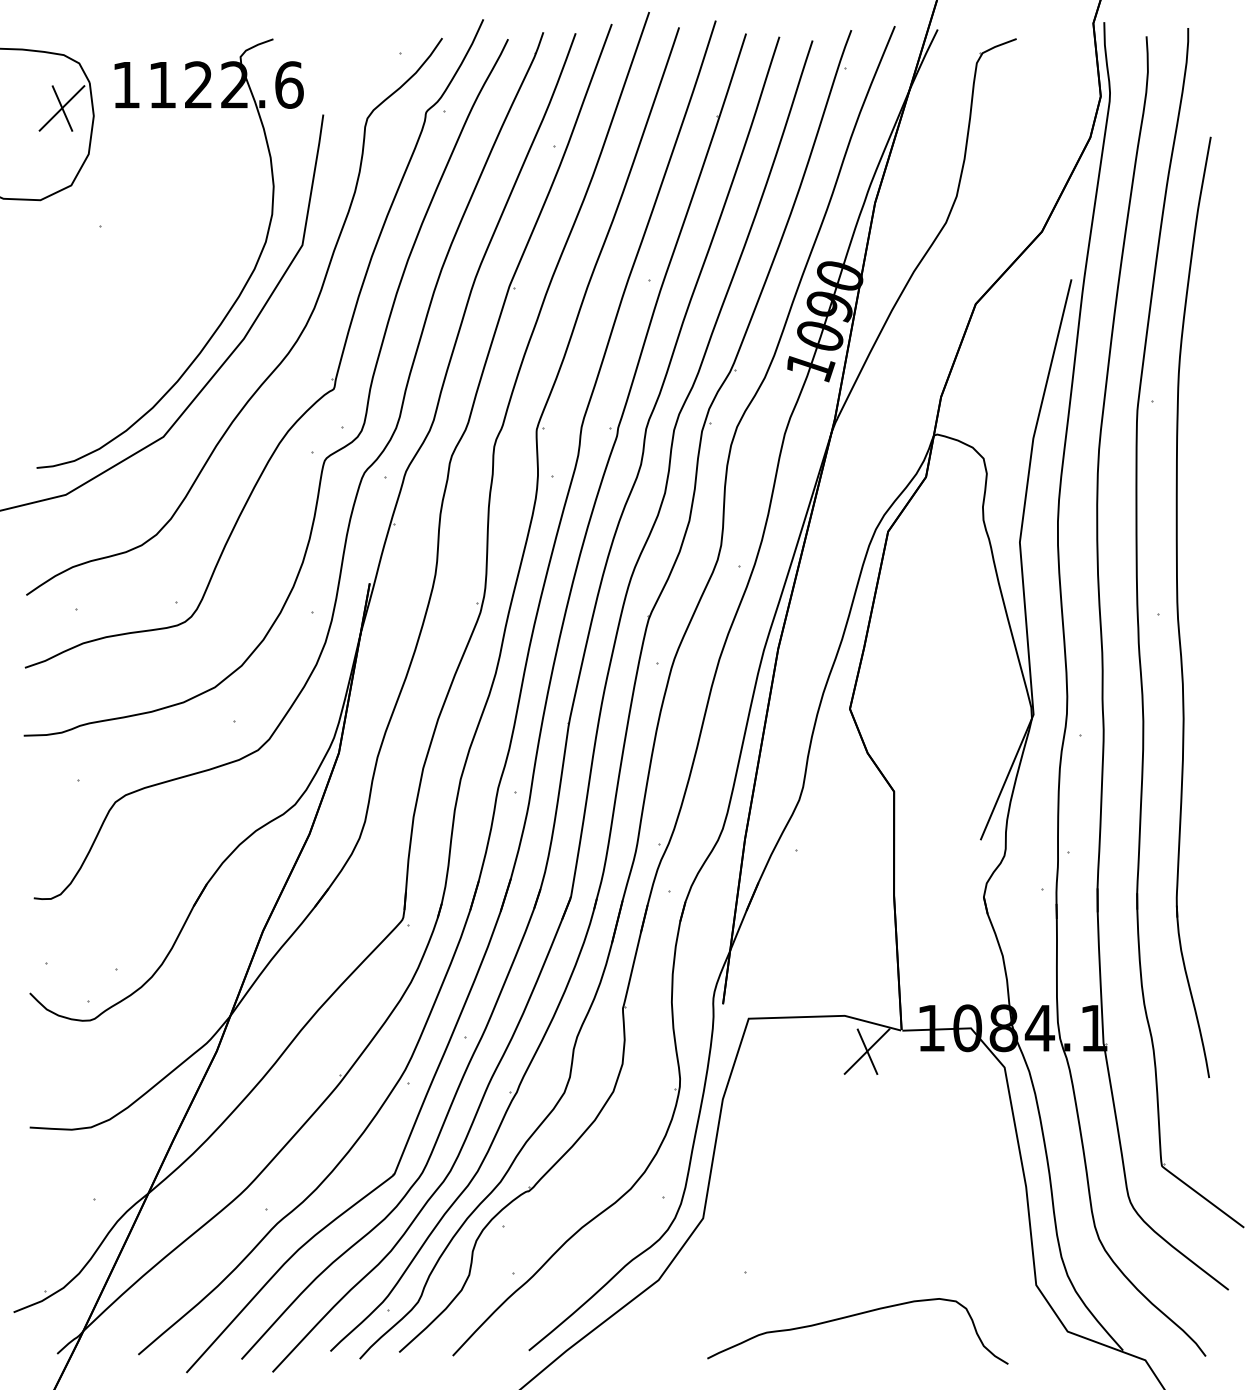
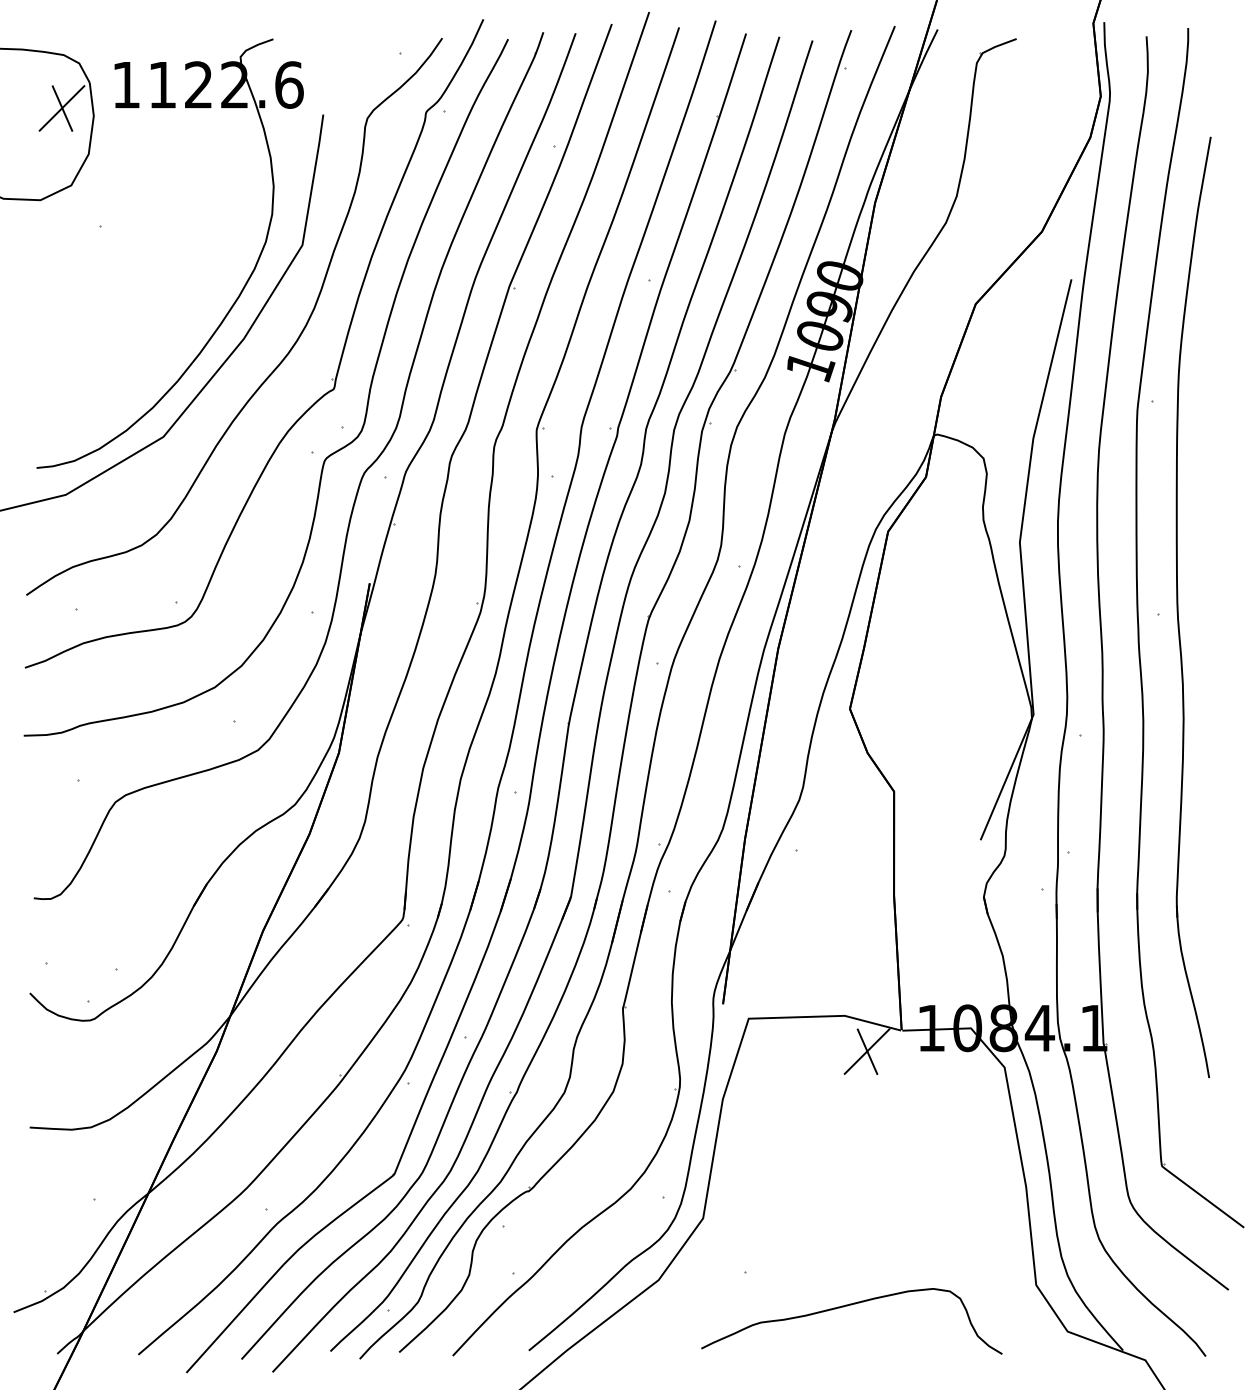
curve at (853, 1316) position: (853, 1316) -> (847, 1306)
